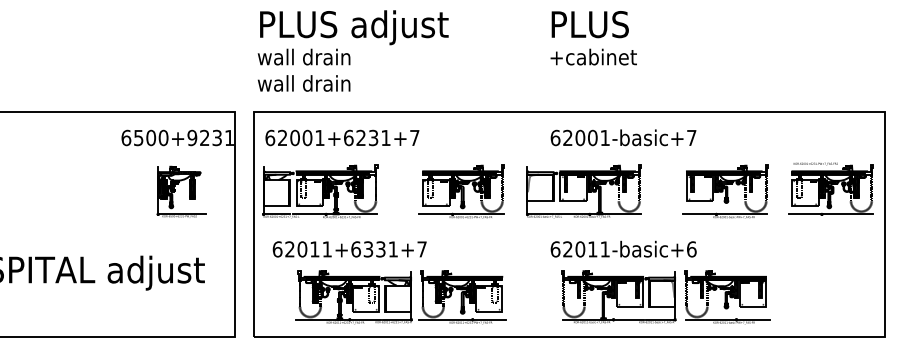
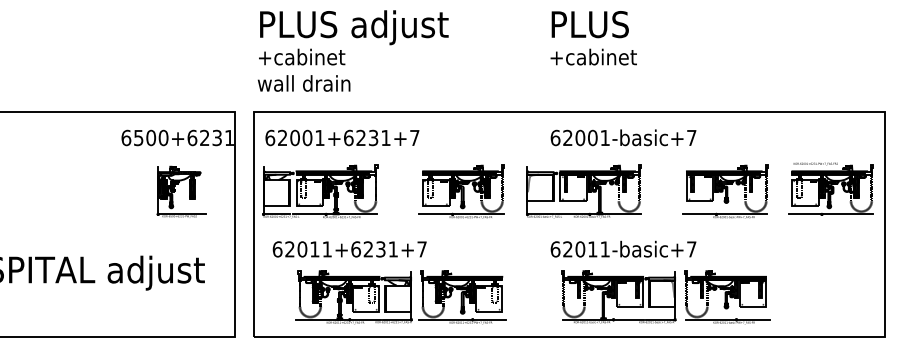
text at (303, 56): wall drain -> +cabinet
text at (192, 137): 6500+9231 -> 6500+6231
text at (368, 249): 62011+6331+7 -> 62011+6231+7
text at (691, 249): 62011-basic+6 -> 62011-basic+7
